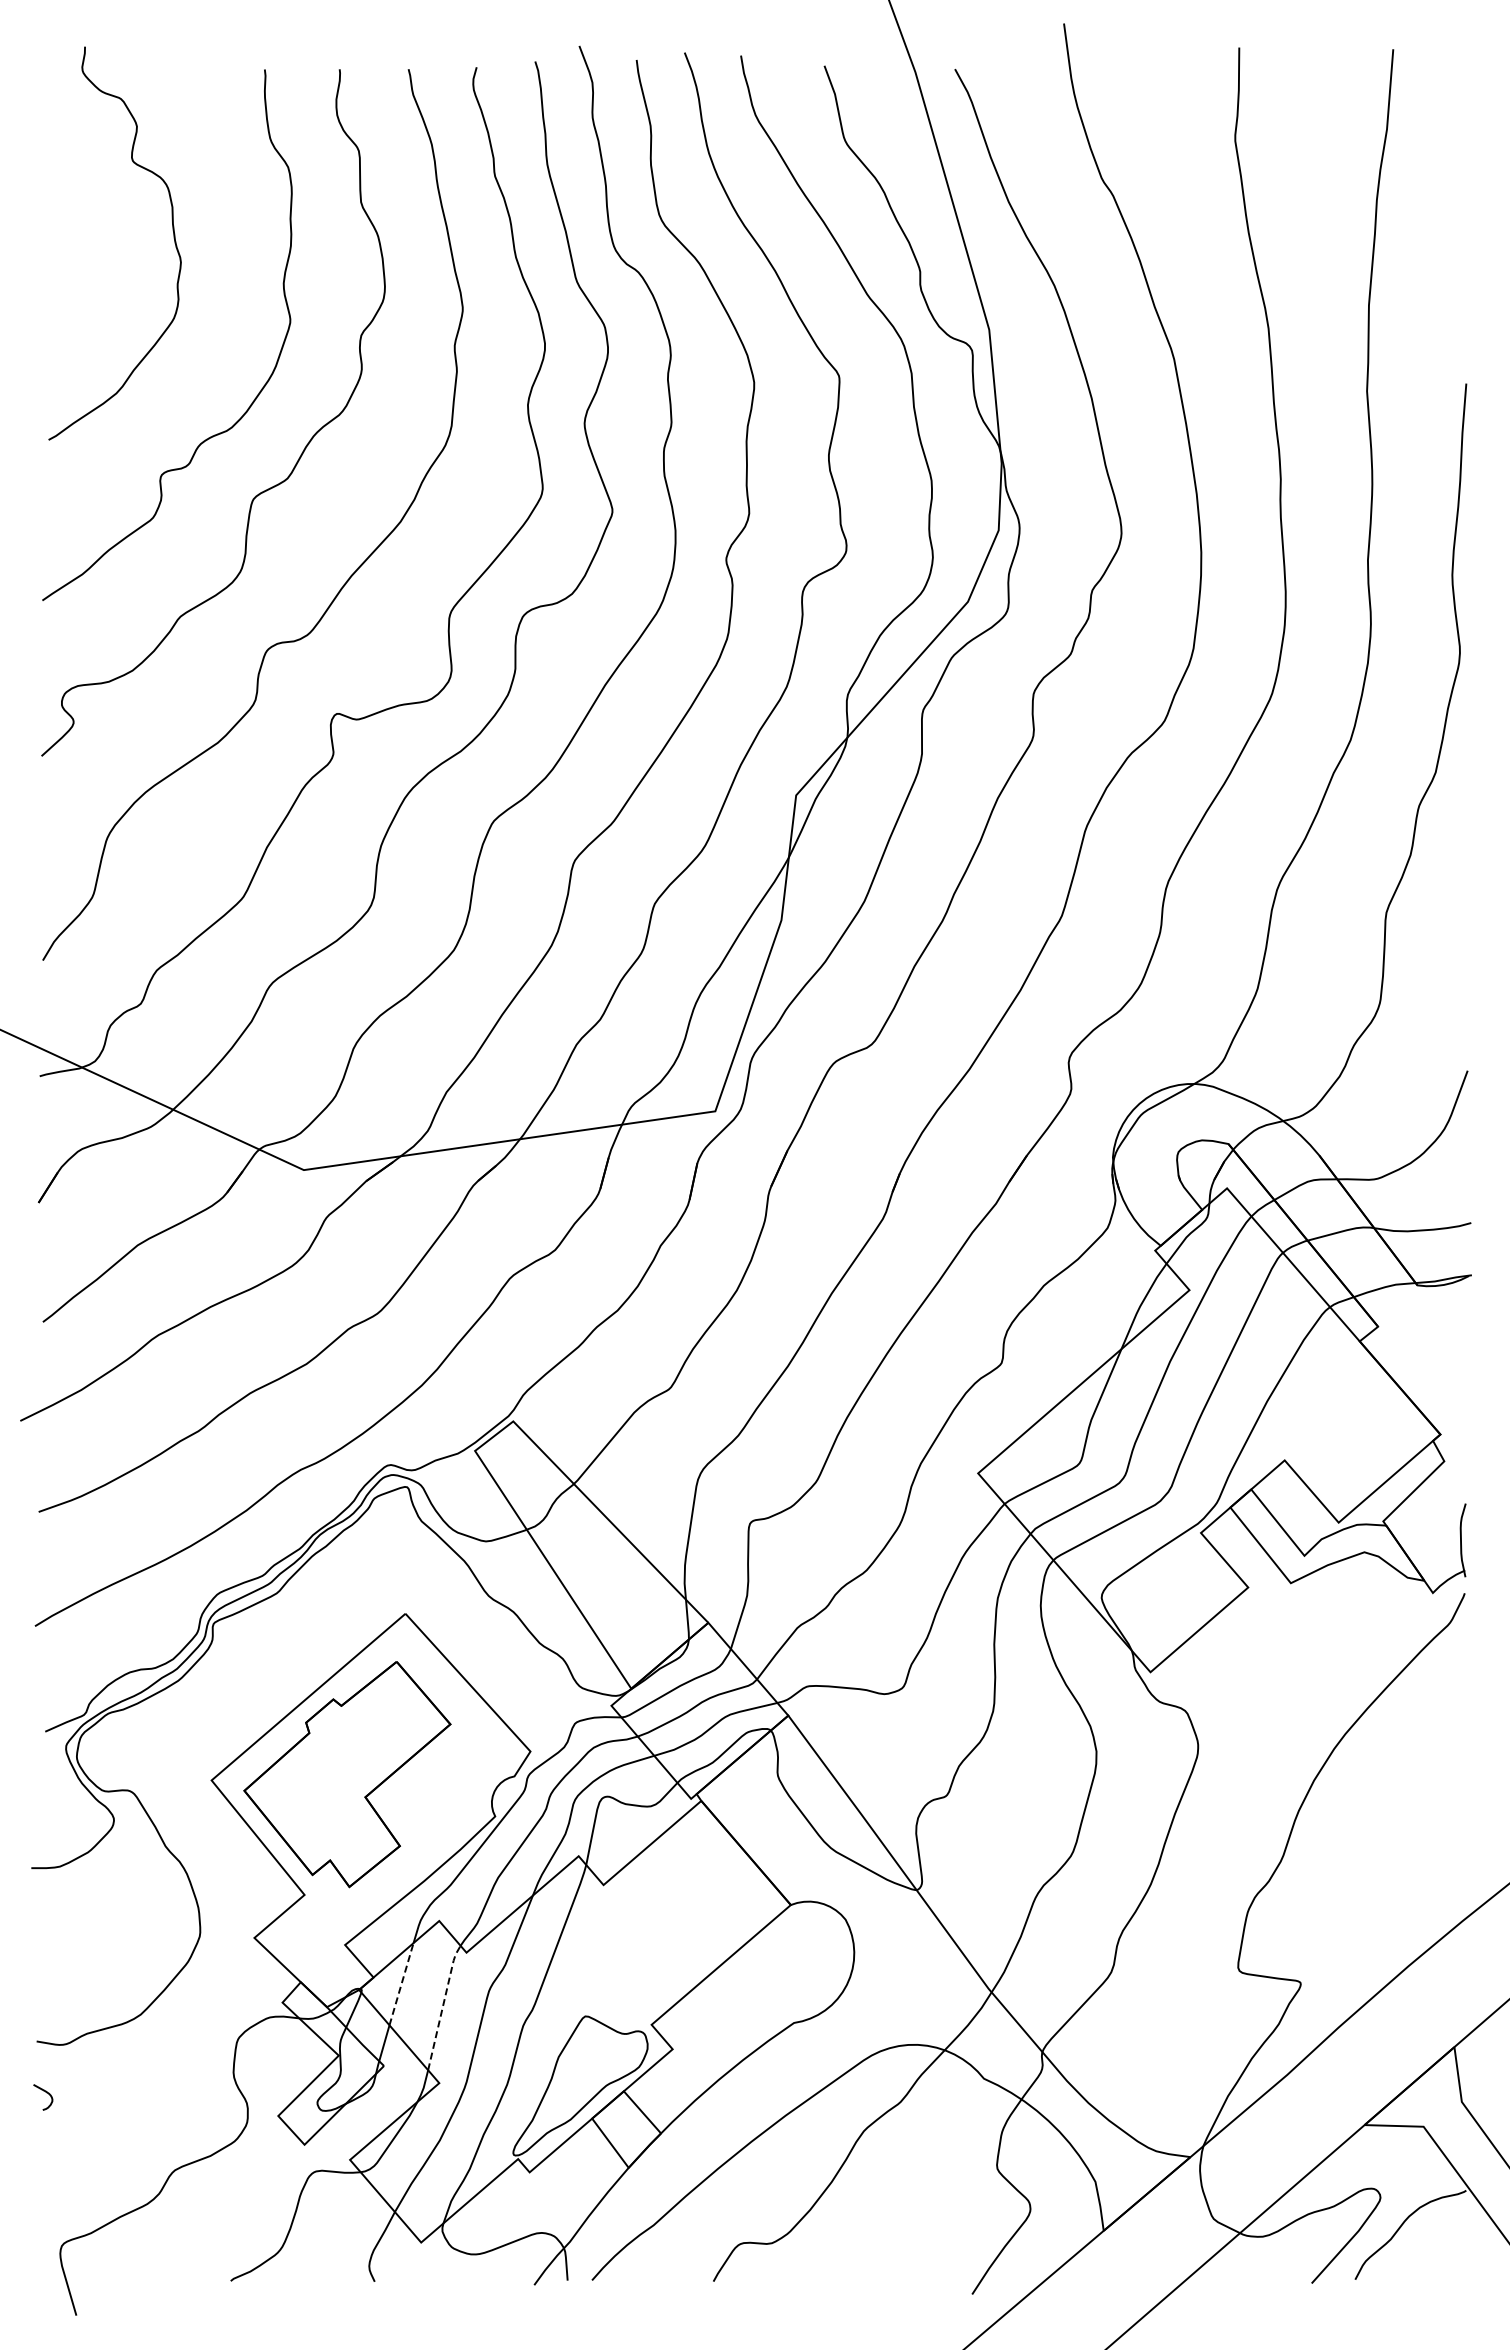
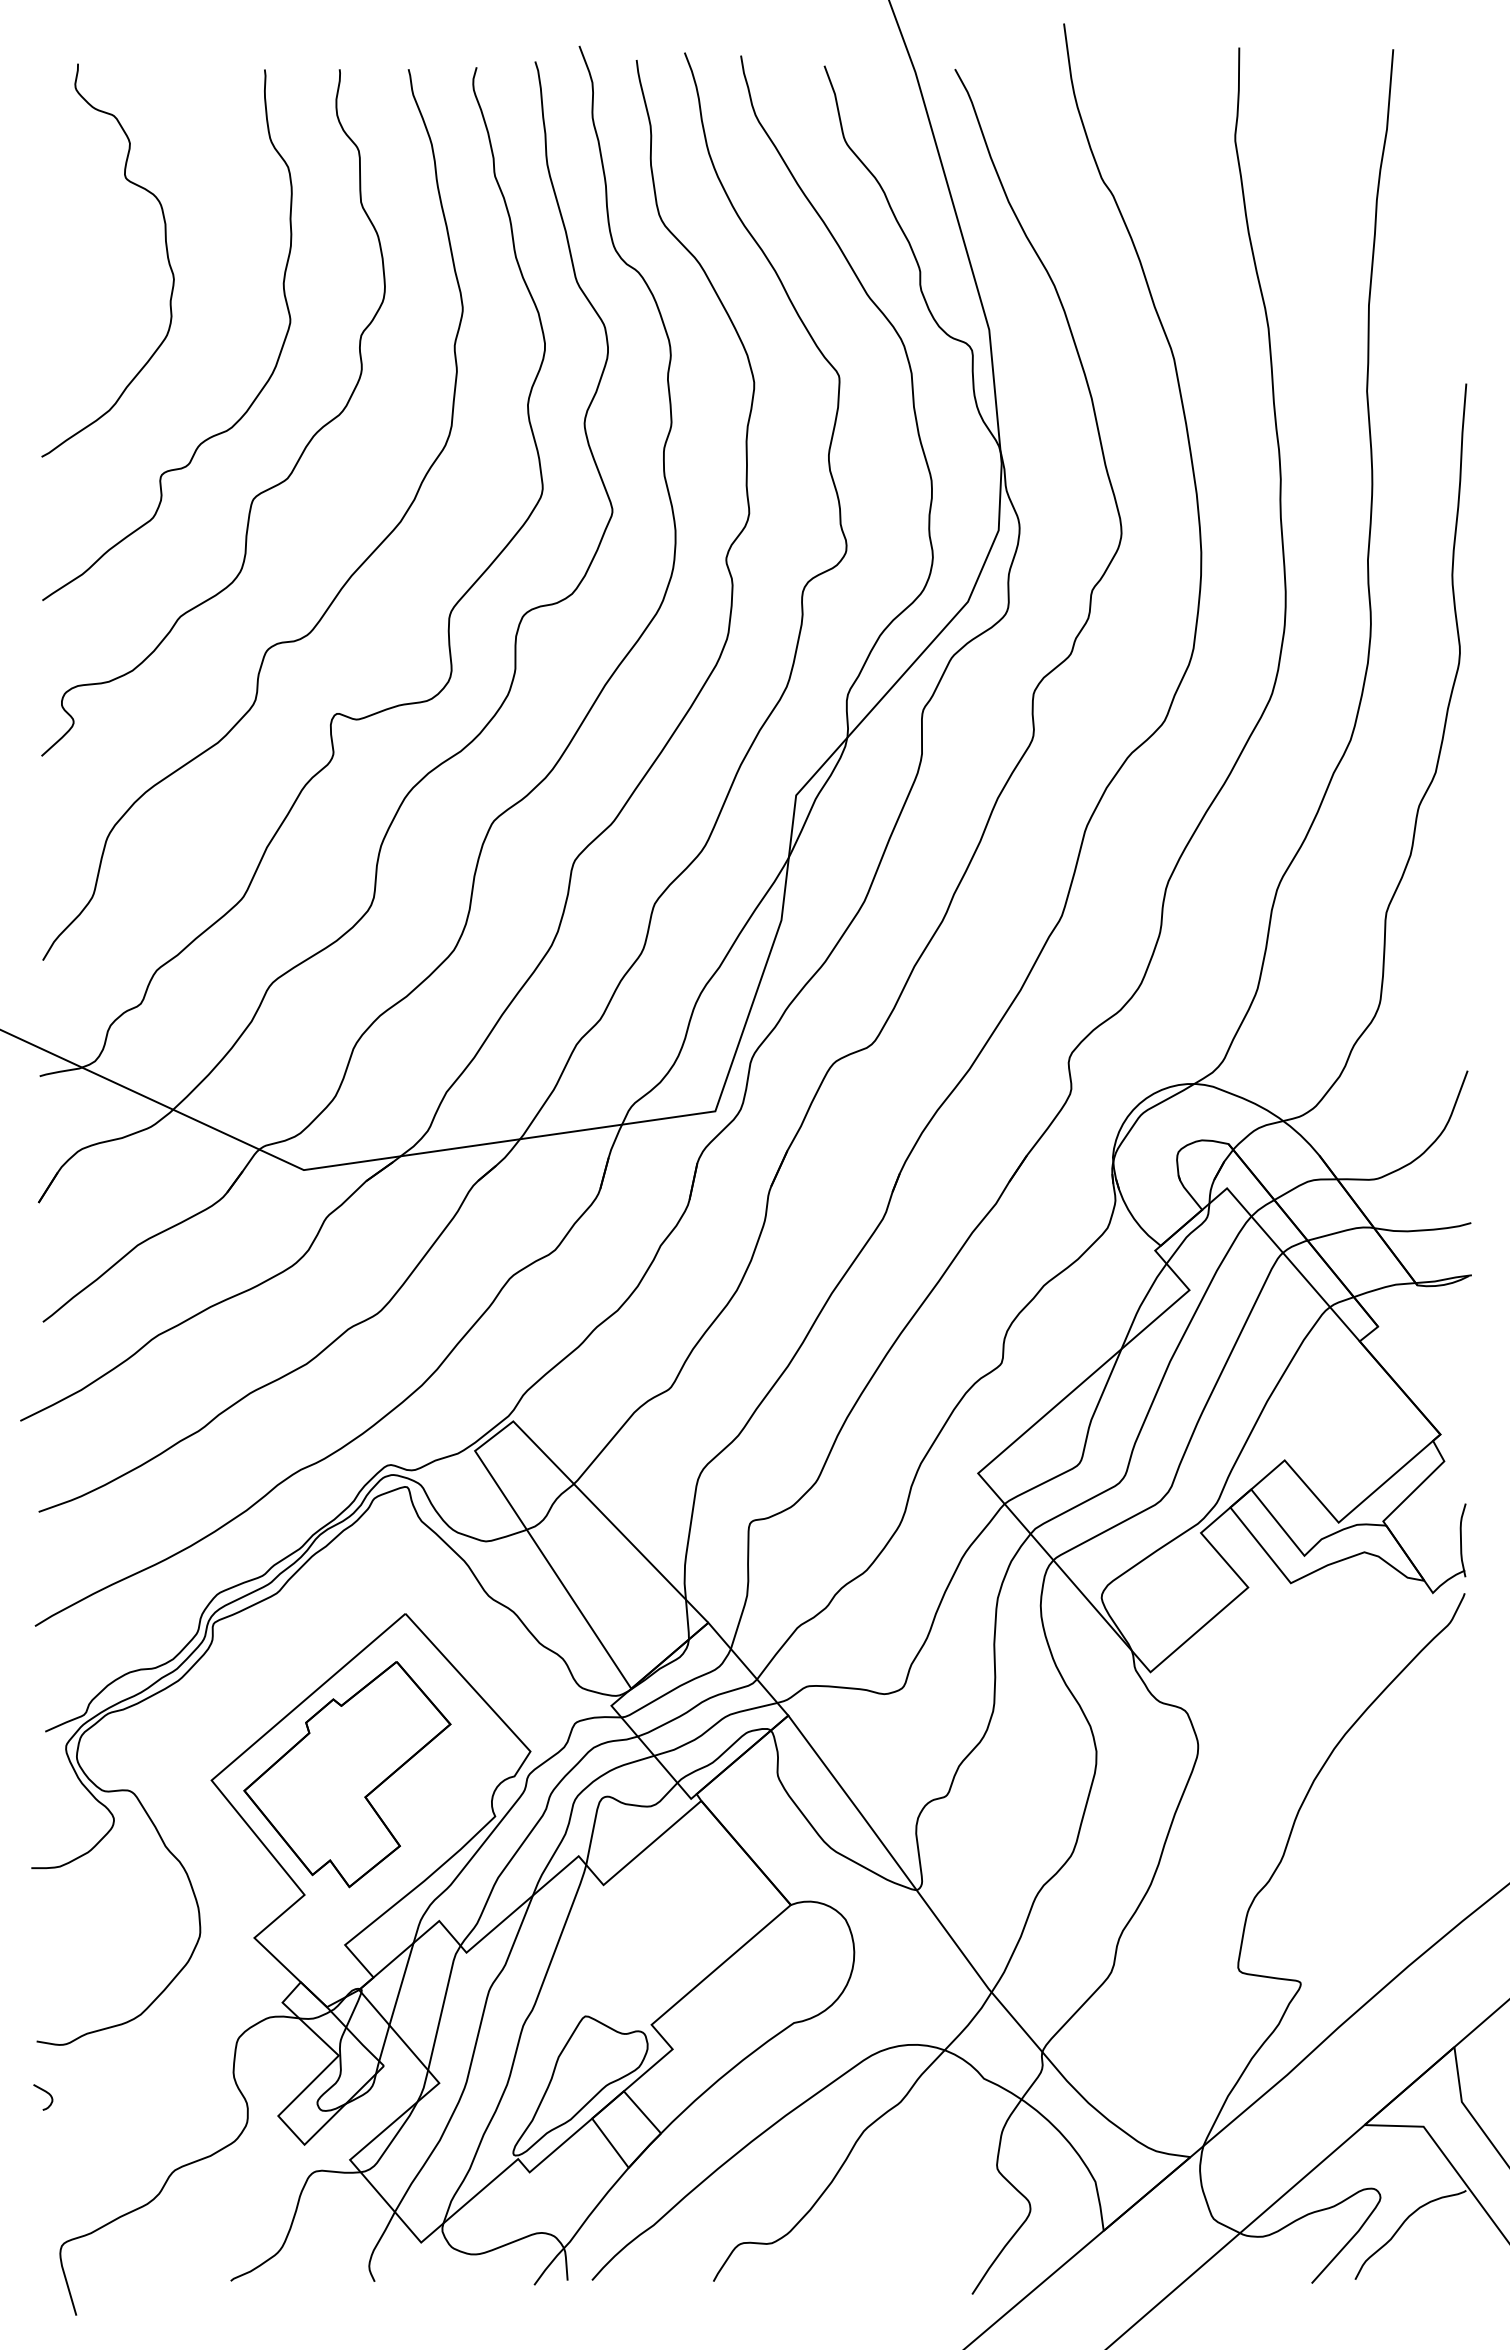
curve at (173, 238) position: (173, 238) -> (166, 255)
line at (401, 1984): dashed -> solid
line at (443, 2006): dashed -> solid
